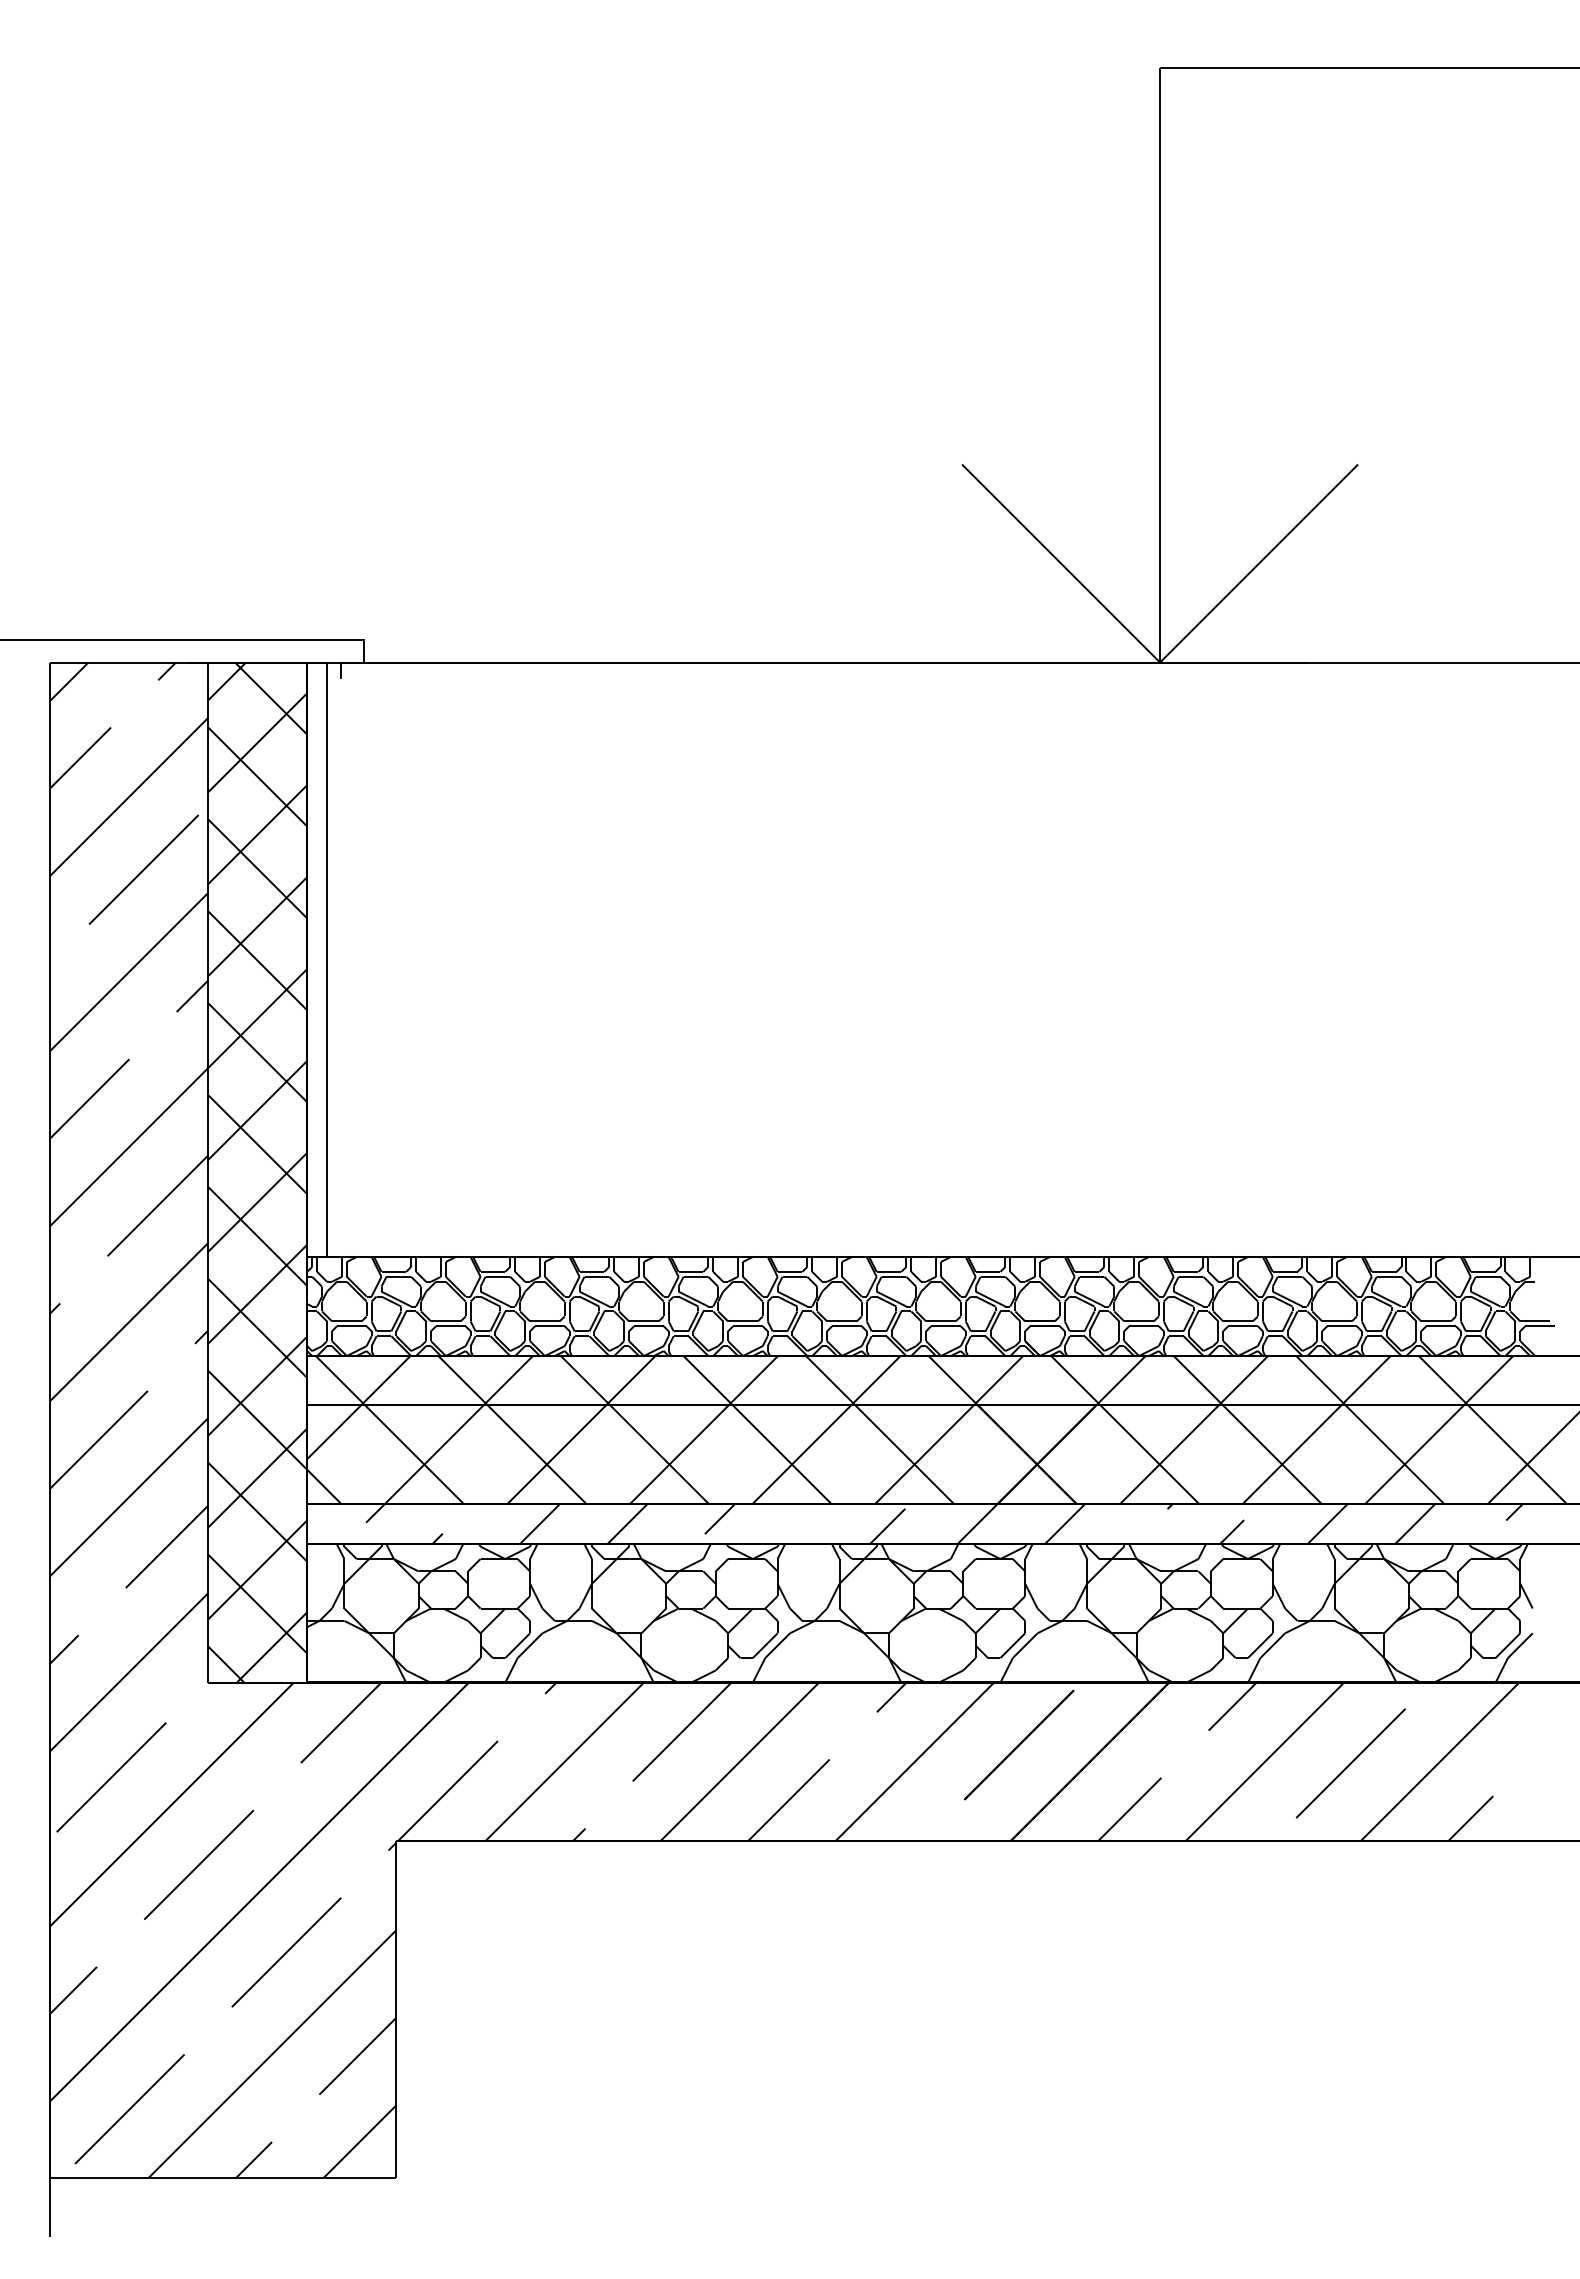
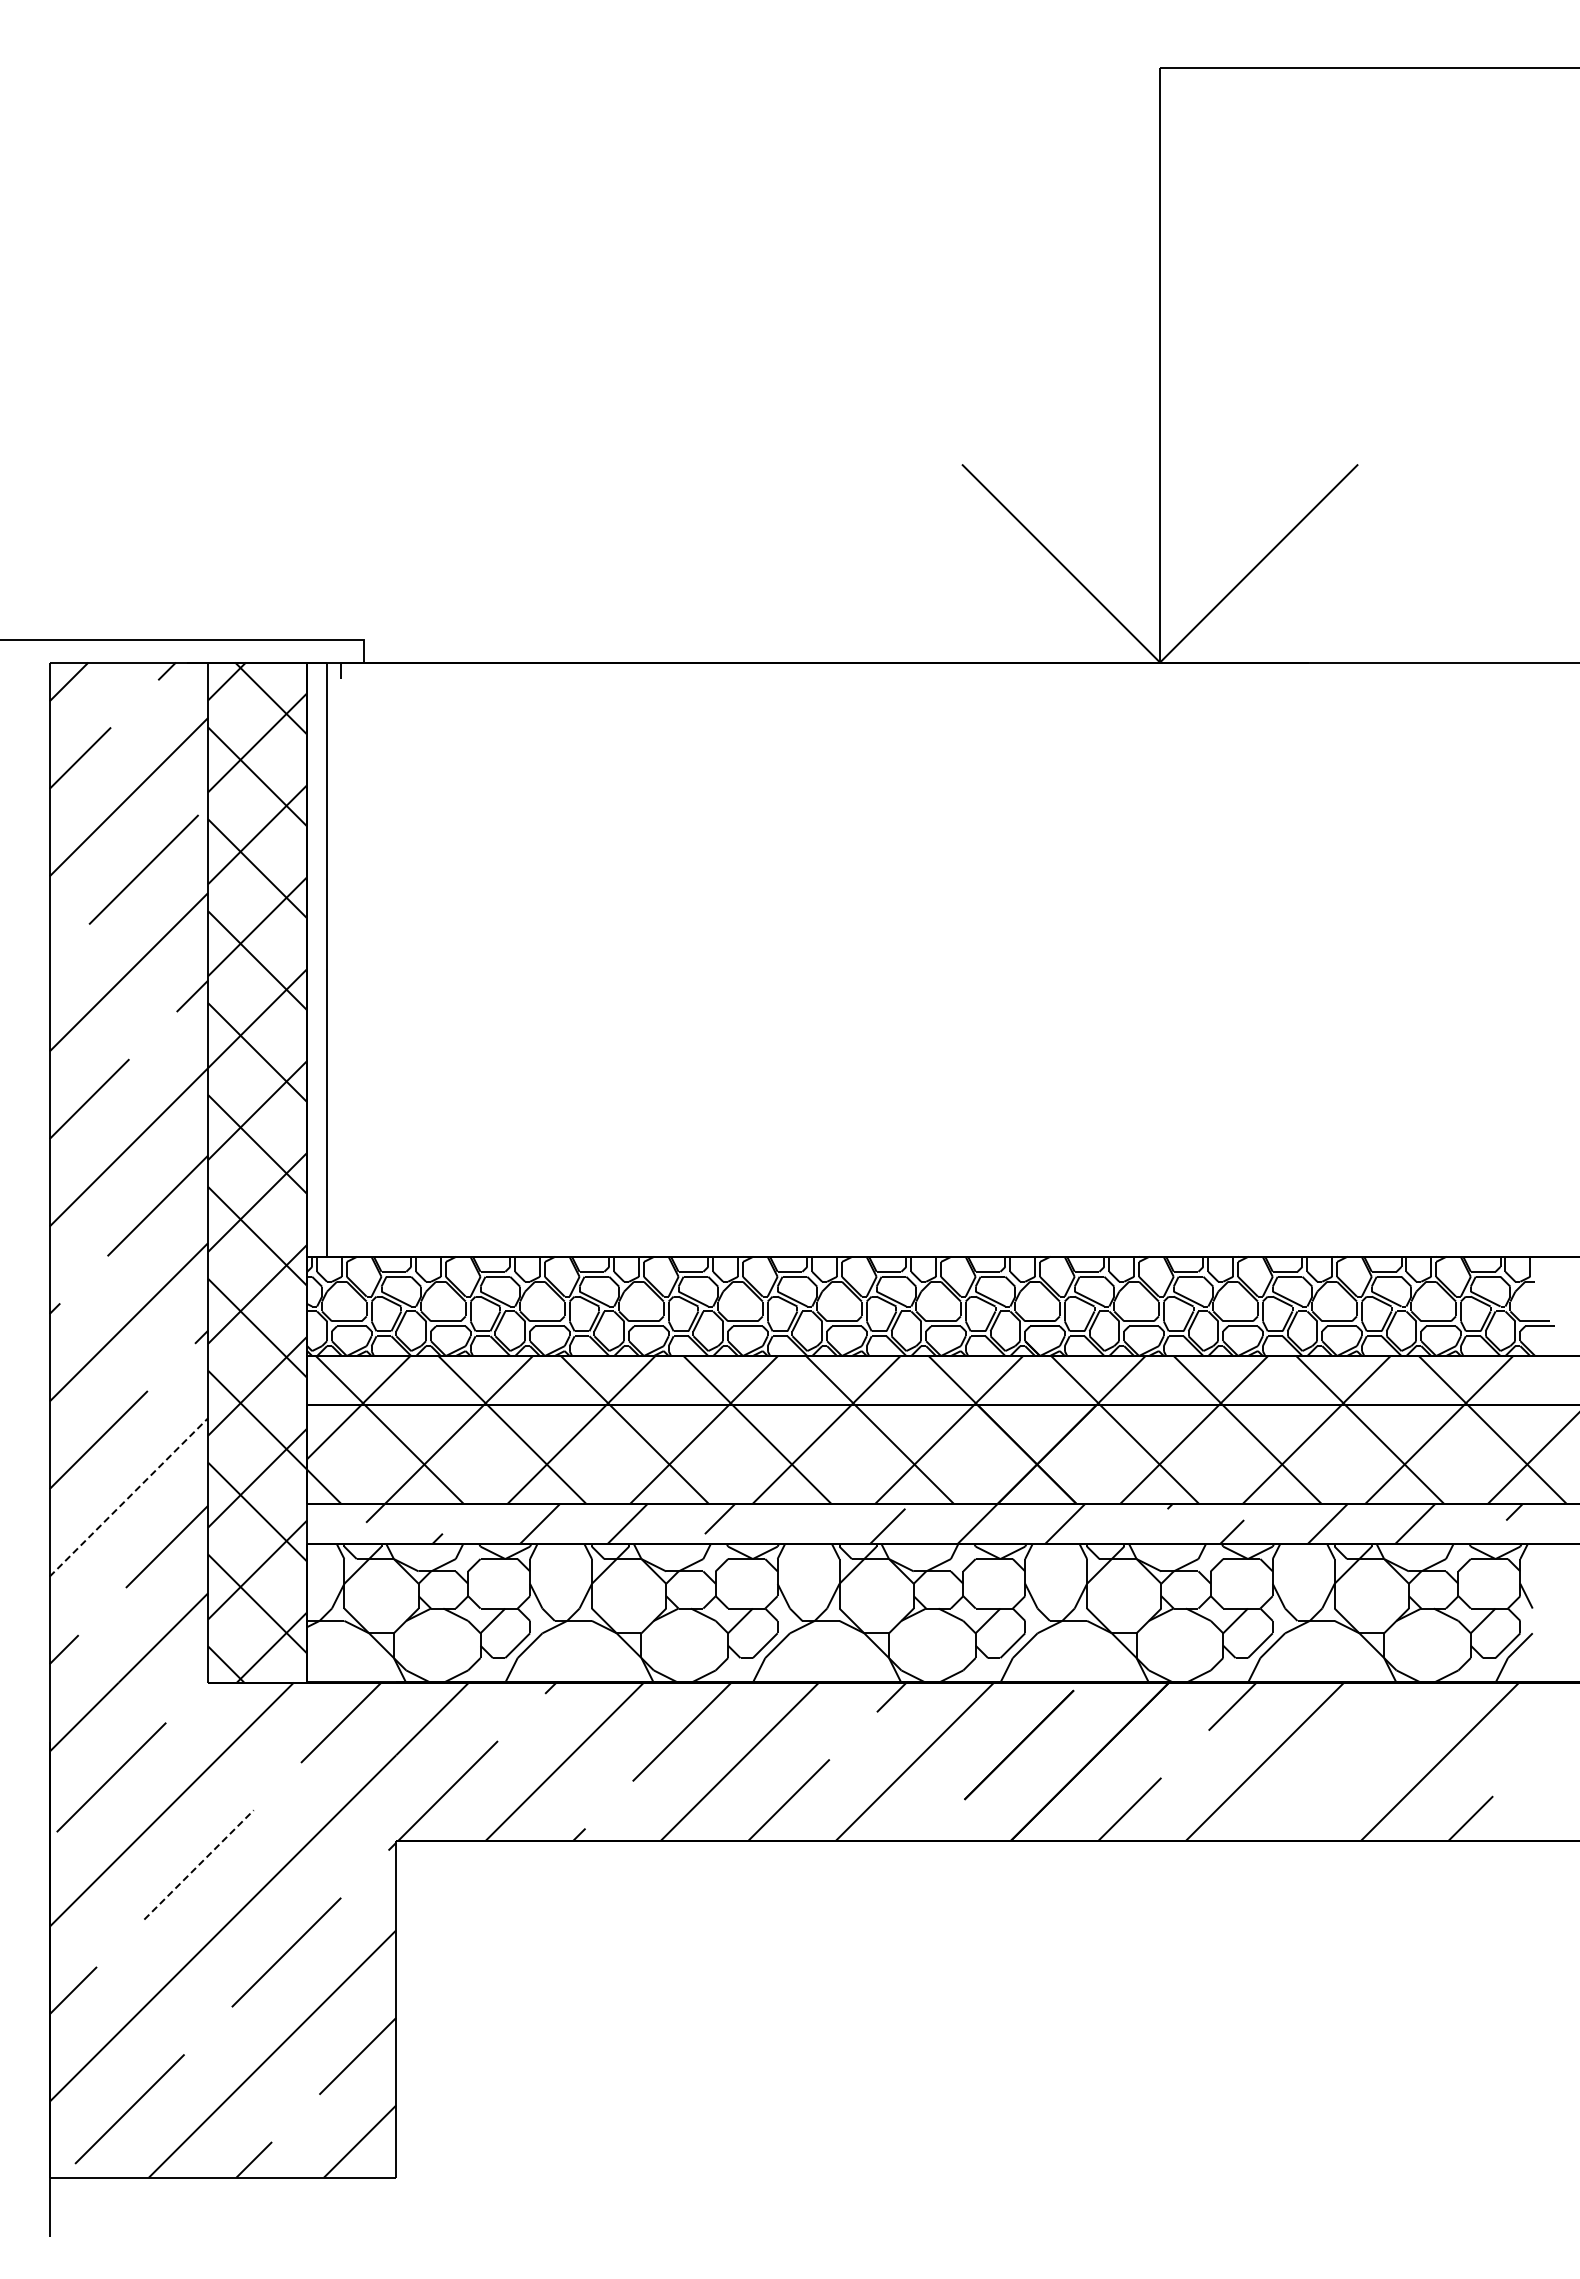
line at (129, 1497): solid -> dashed
line at (1350, 1763): present -> none
line at (199, 1864): solid -> dashed
